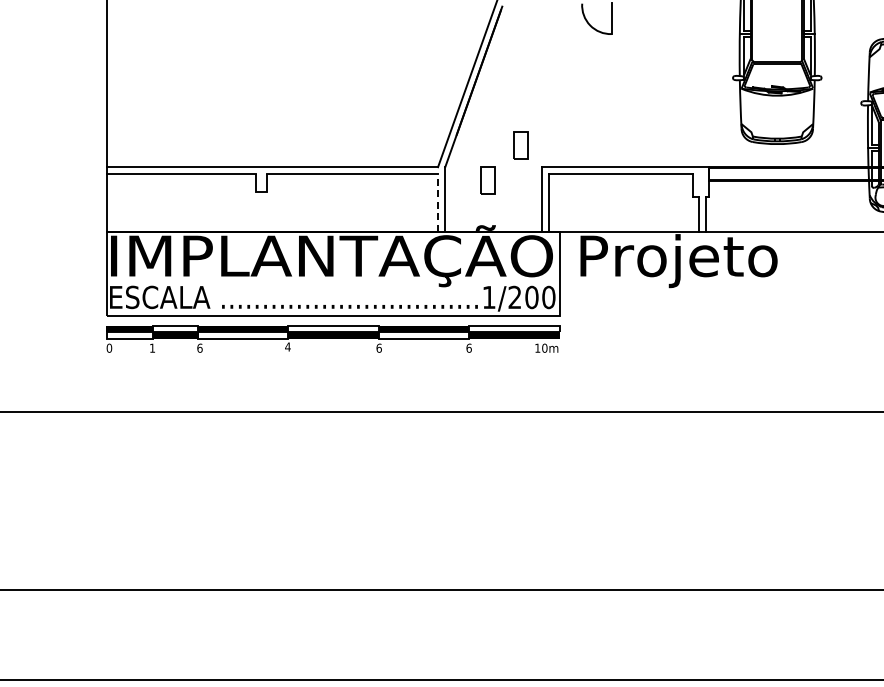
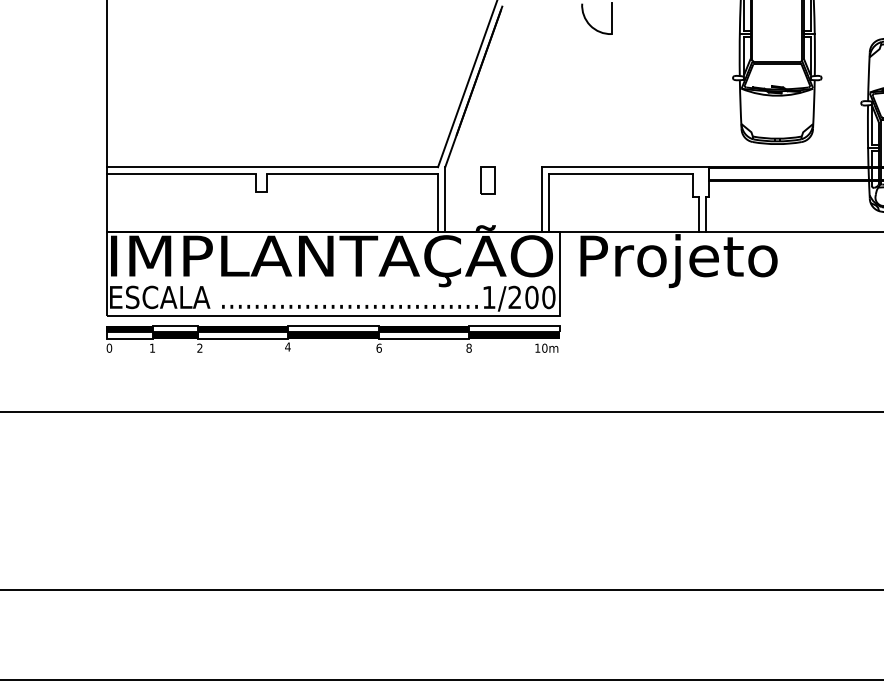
part at (520, 145): present -> none
line at (438, 202): dashed -> solid
text at (199, 347): 6 -> 2
text at (468, 347): 6 -> 8
